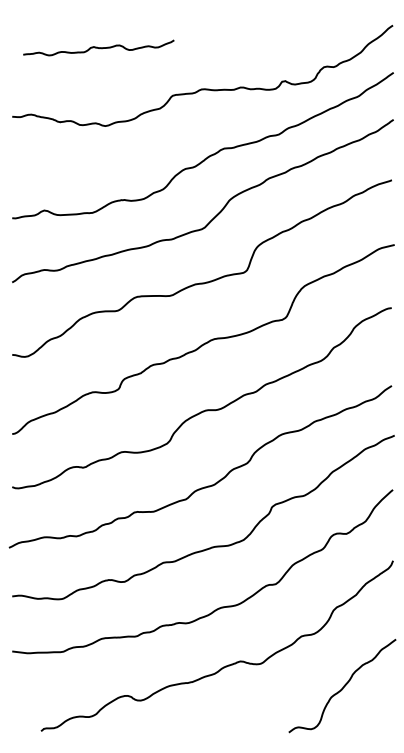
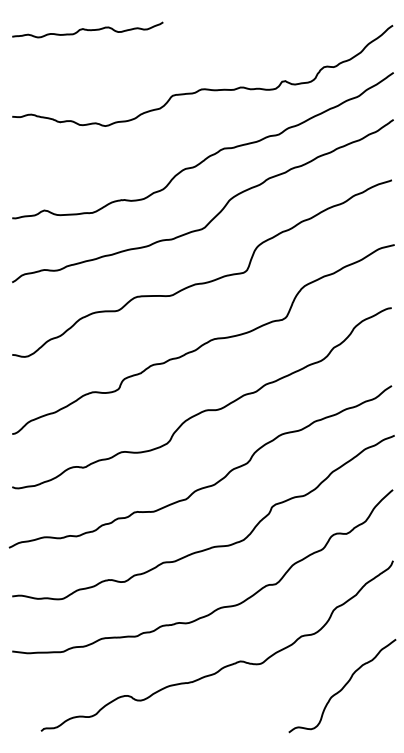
curve at (98, 47) position: (98, 47) -> (87, 29)
